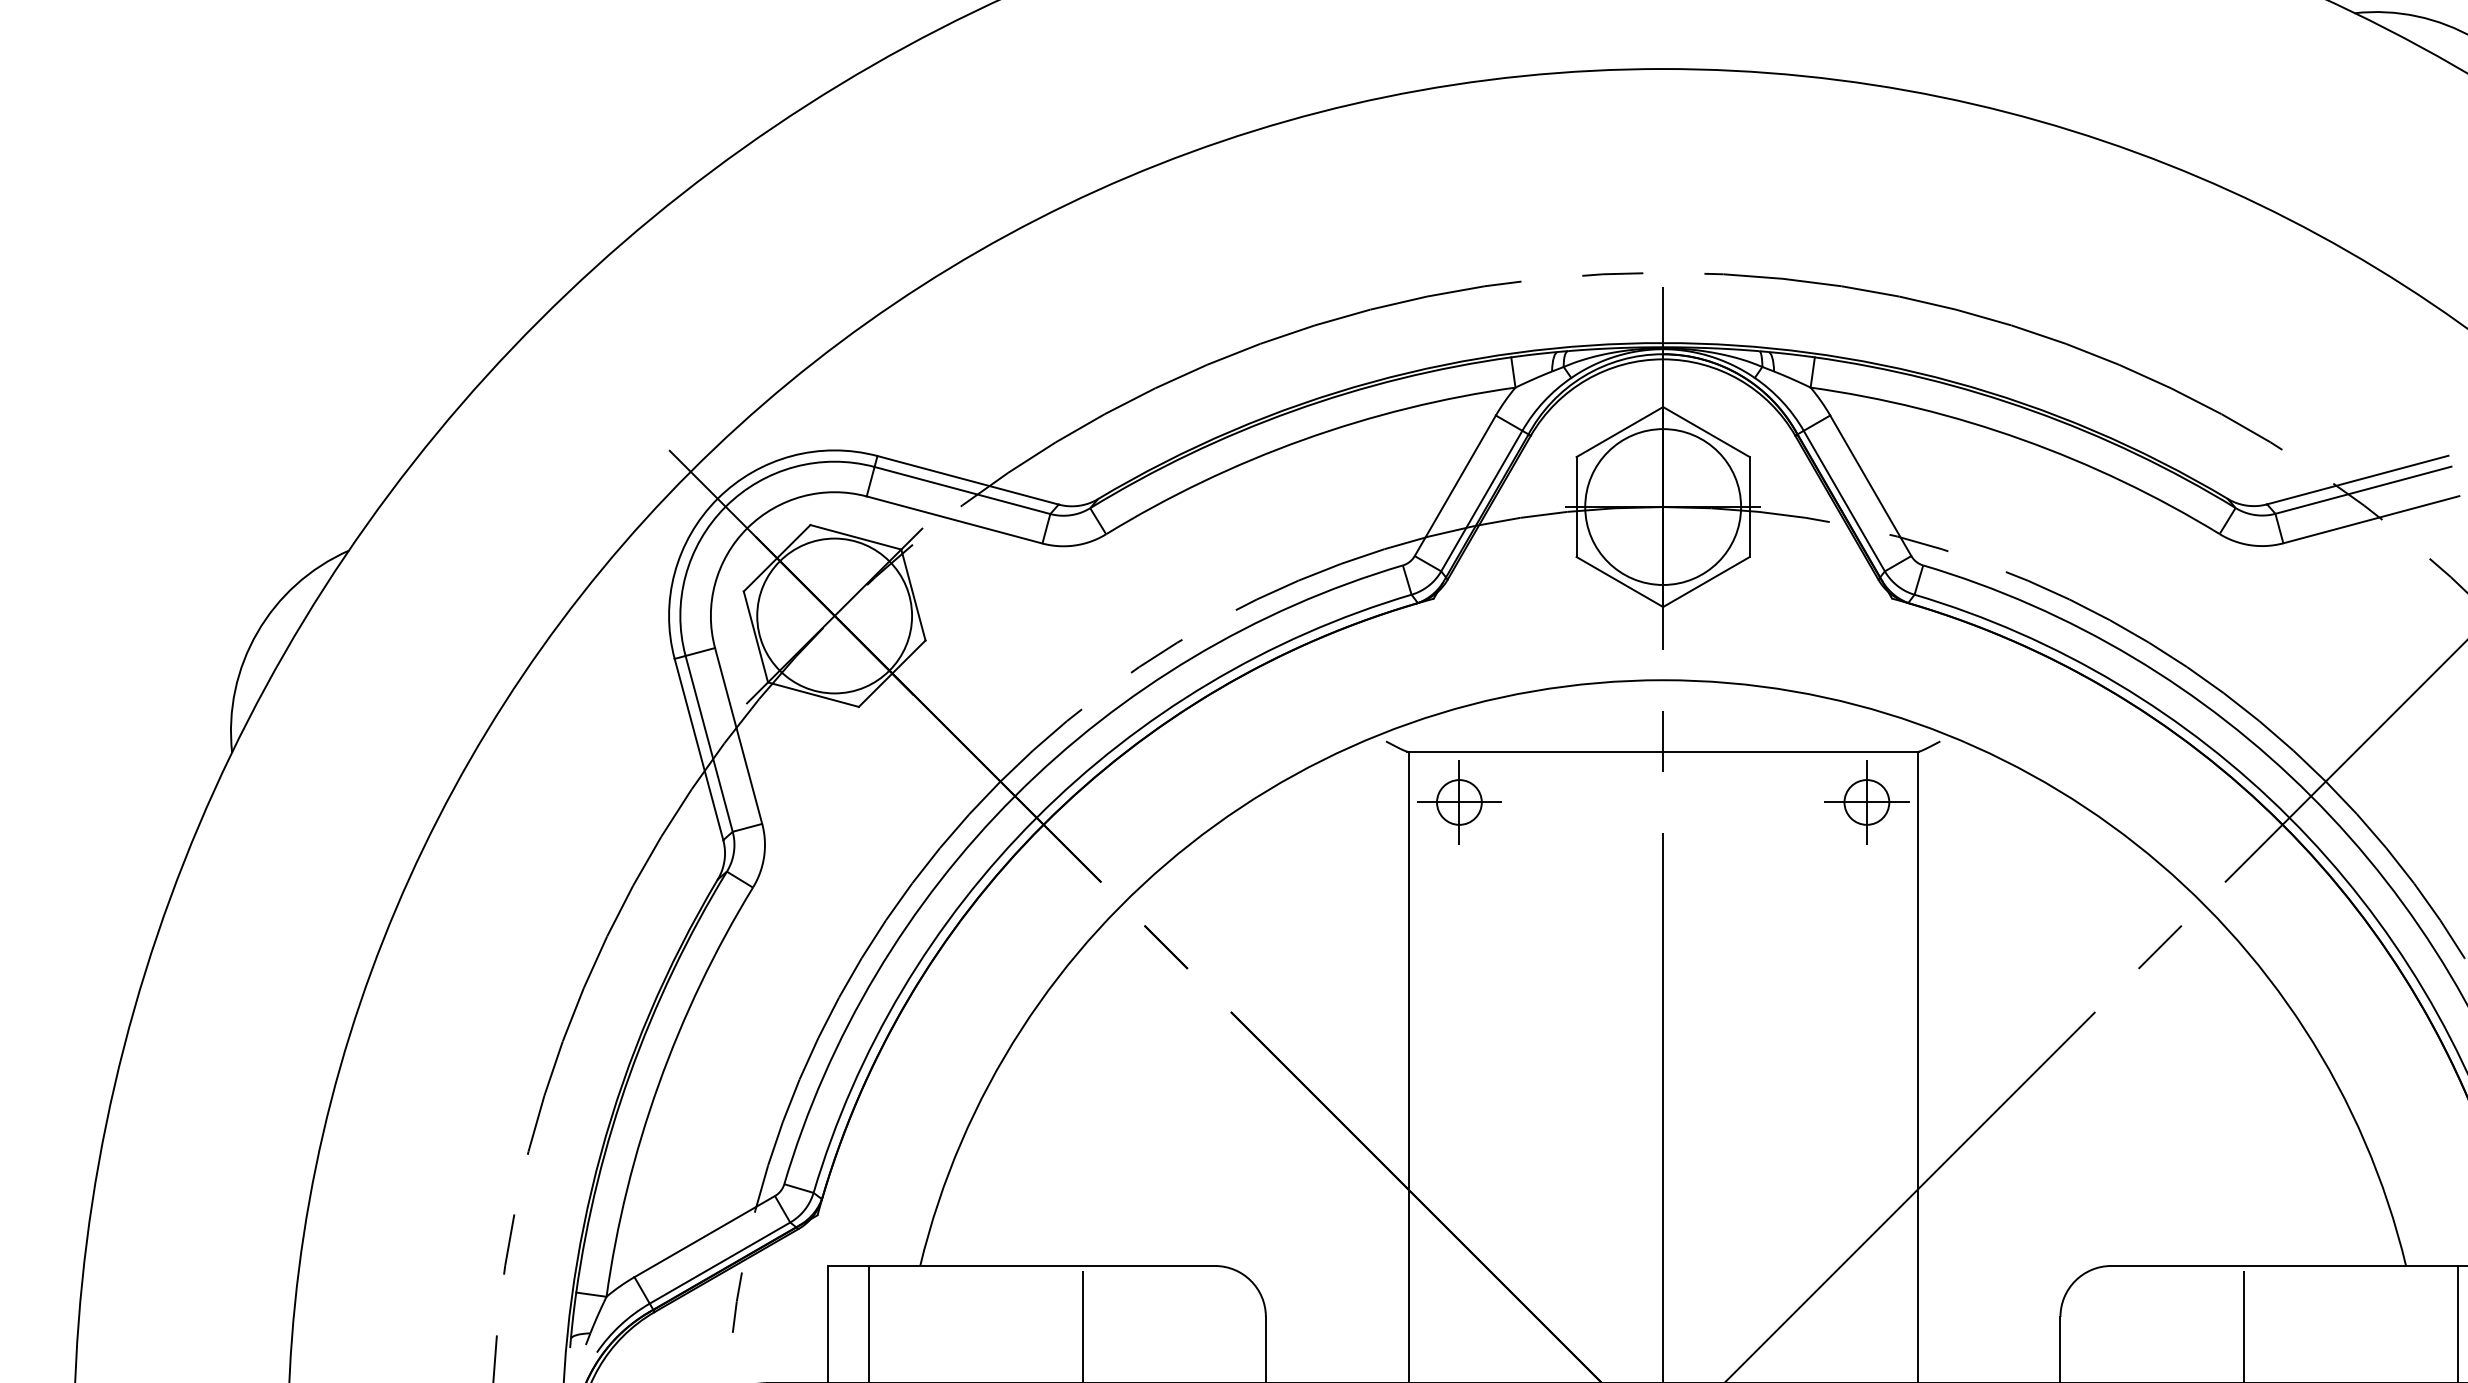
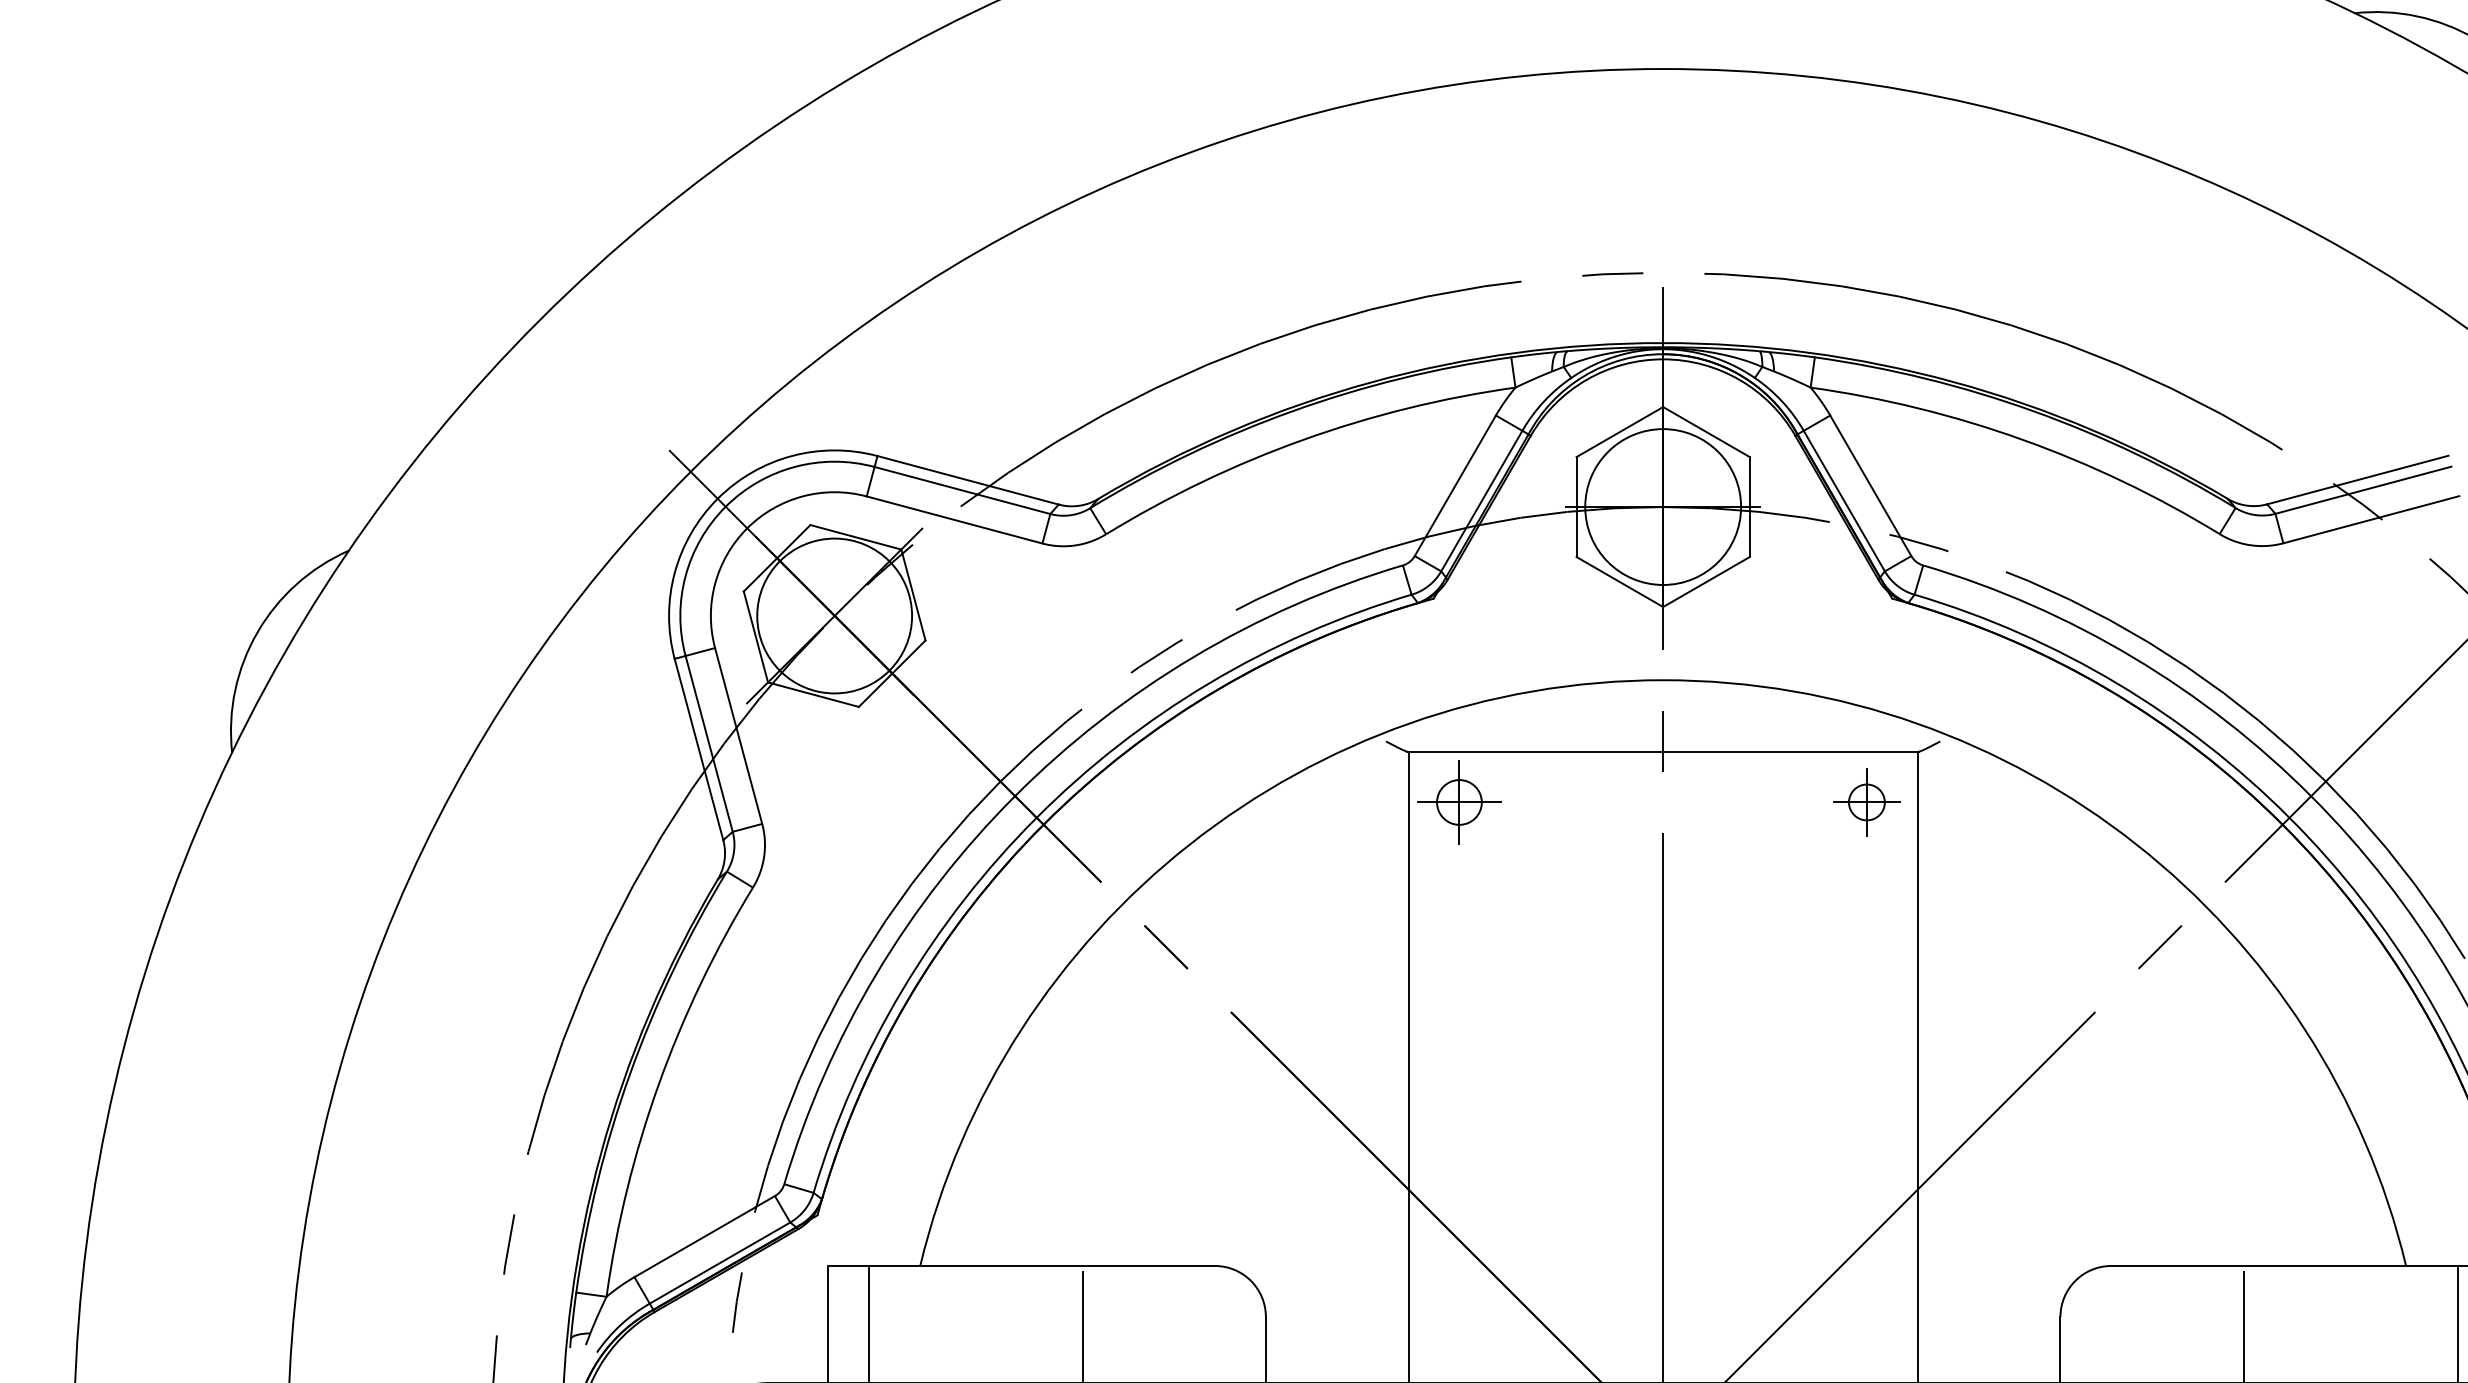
part at (1866, 802) size: 86x85 px -> 68x69 px
